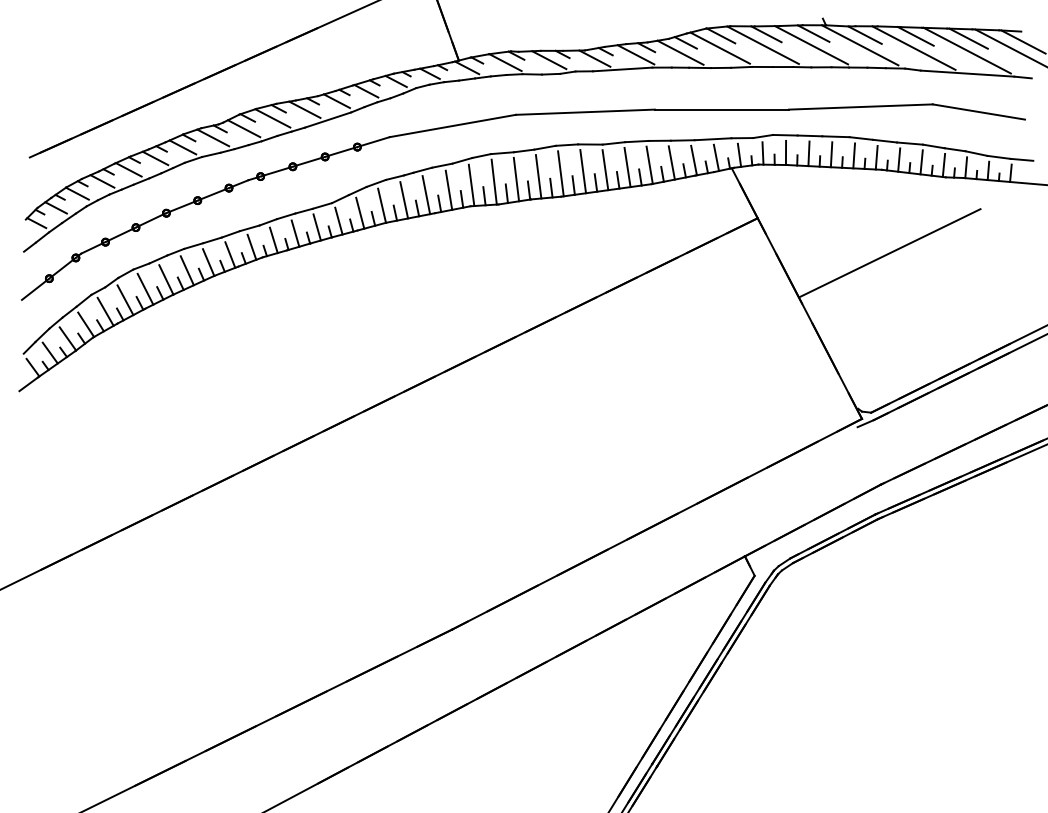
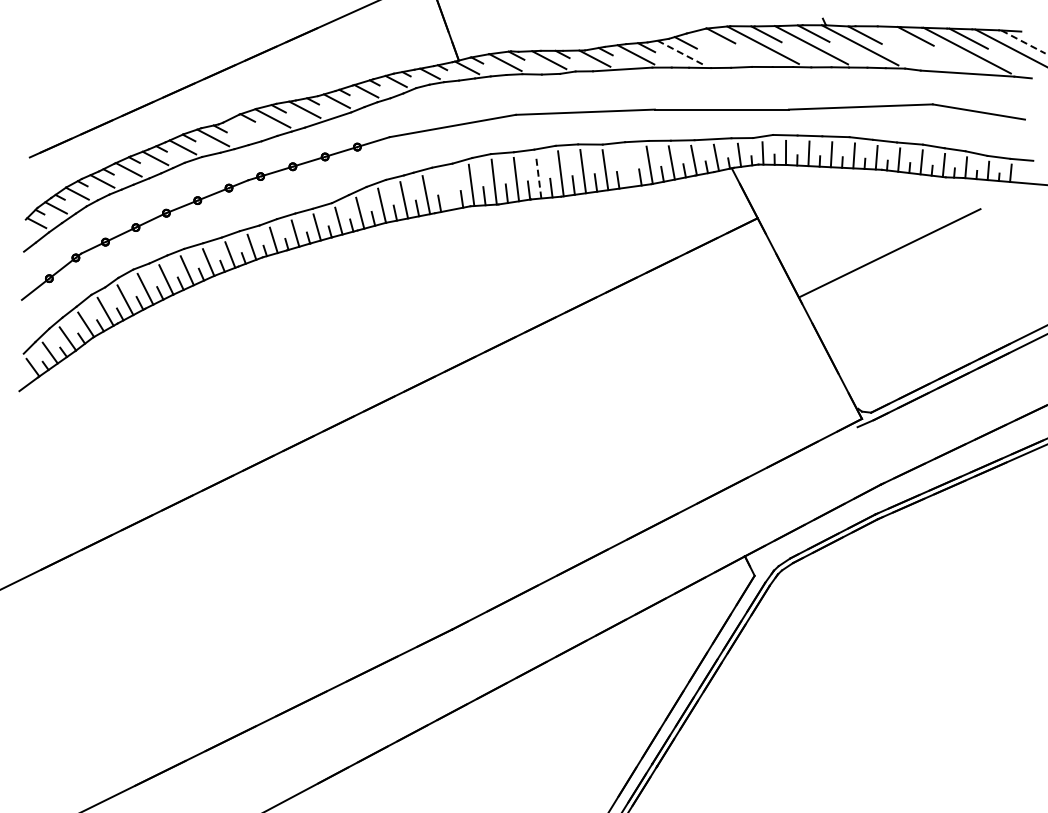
line at (1023, 42): solid -> dashed
line at (719, 47): present -> none
line at (913, 47): present -> none
line at (680, 52): solid -> dashed
line at (243, 128): present -> none
line at (627, 167): present -> none
line at (538, 176): solid -> dashed
line at (448, 189): present -> none
